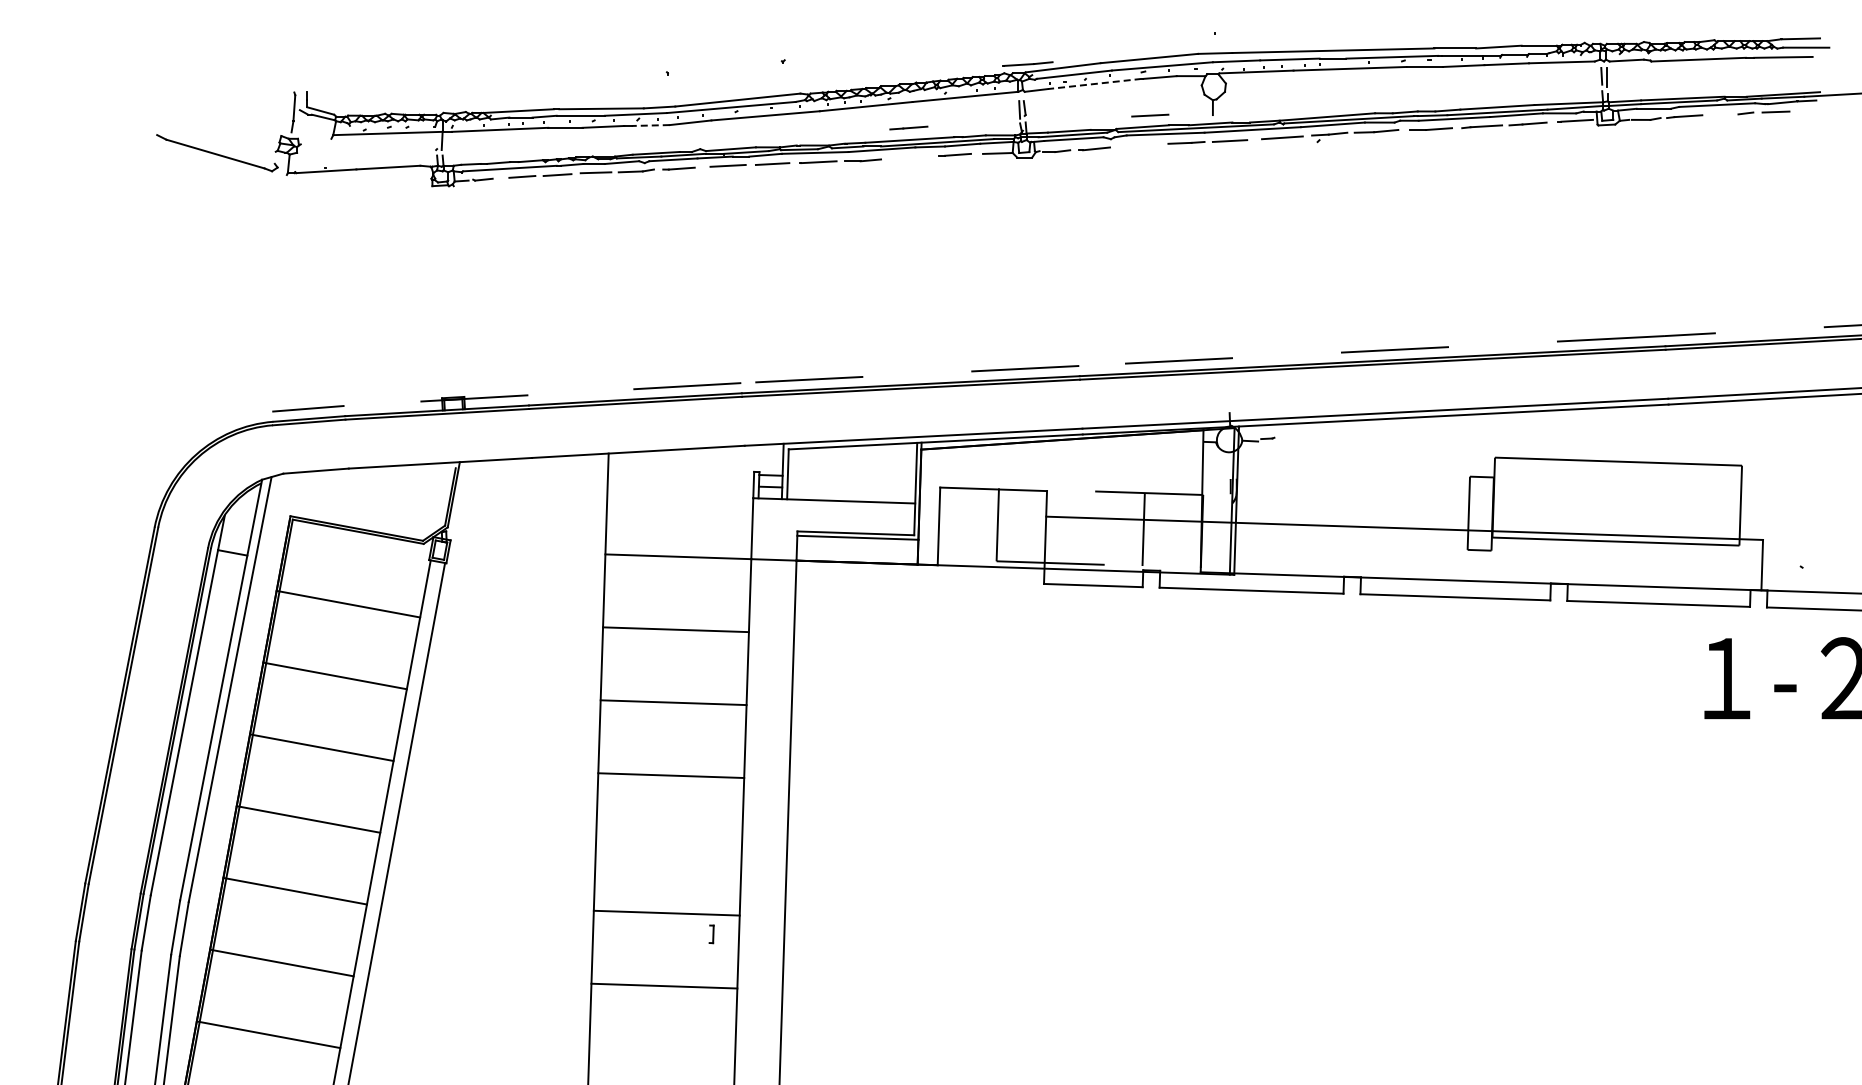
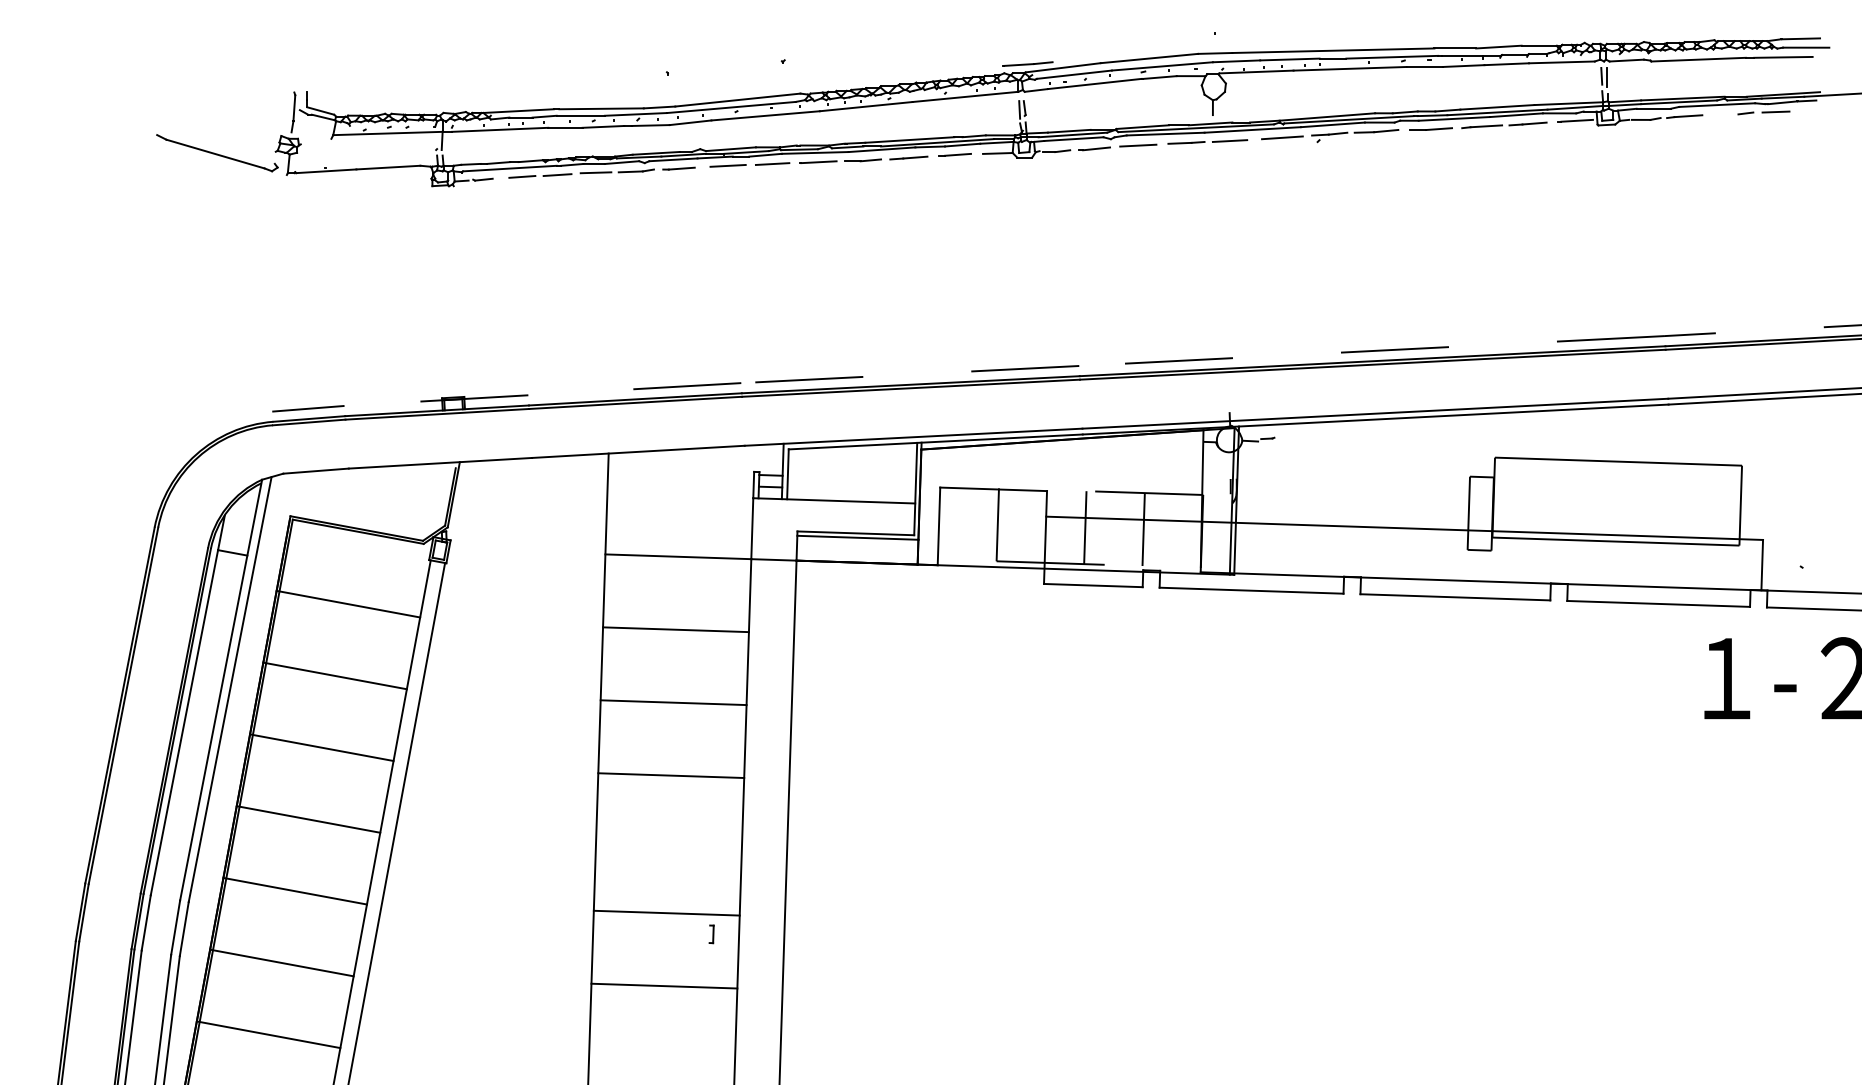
line at (1094, 84): dashed -> solid
line at (1150, 115) position: (1150, 115) -> (1138, 145)
line at (650, 125): dashed -> solid
line at (908, 127) position: (908, 127) -> (908, 157)
line at (1085, 527): none -> present
